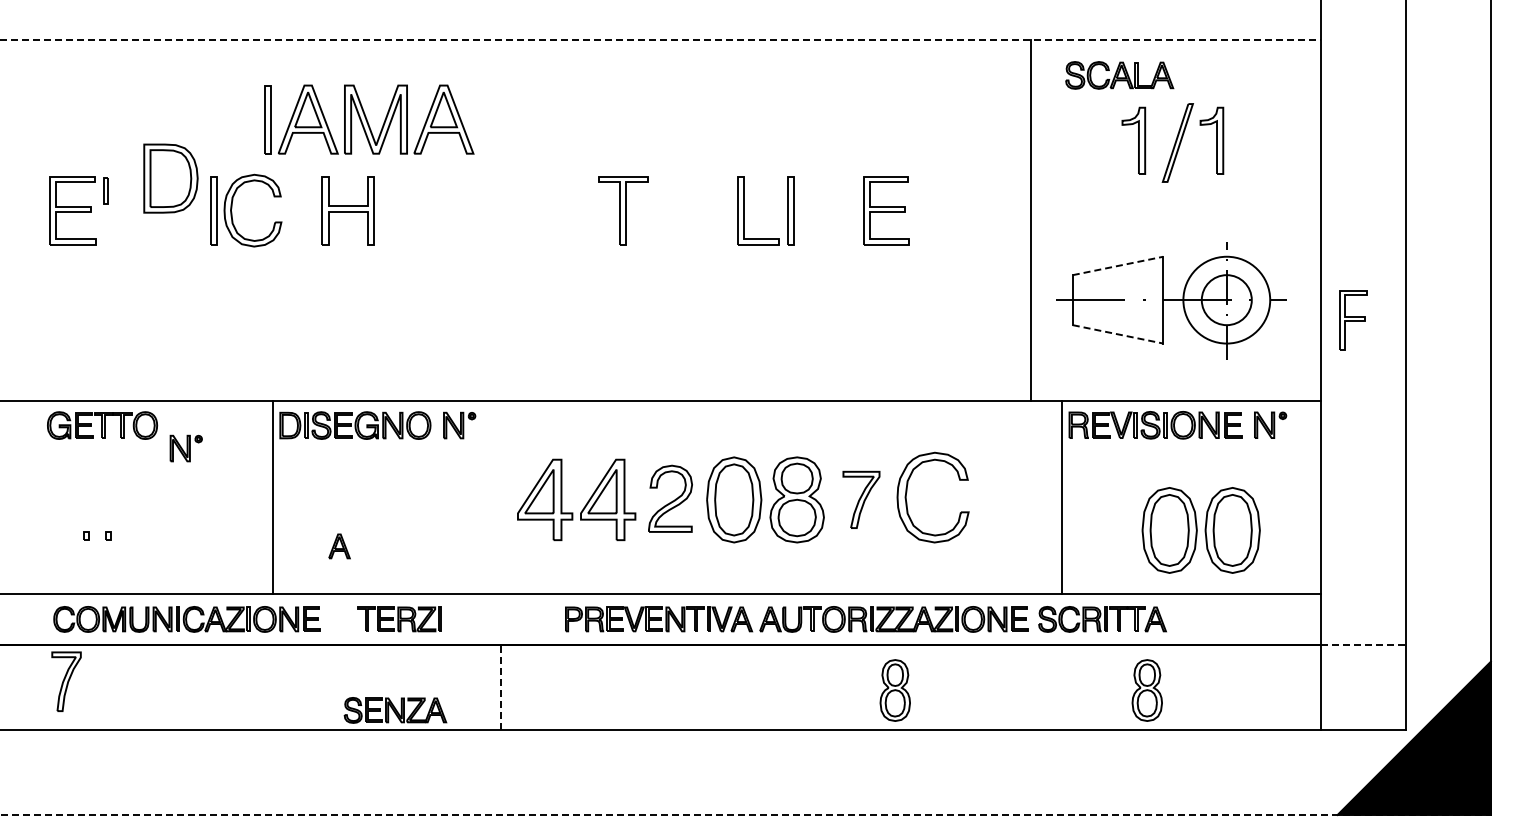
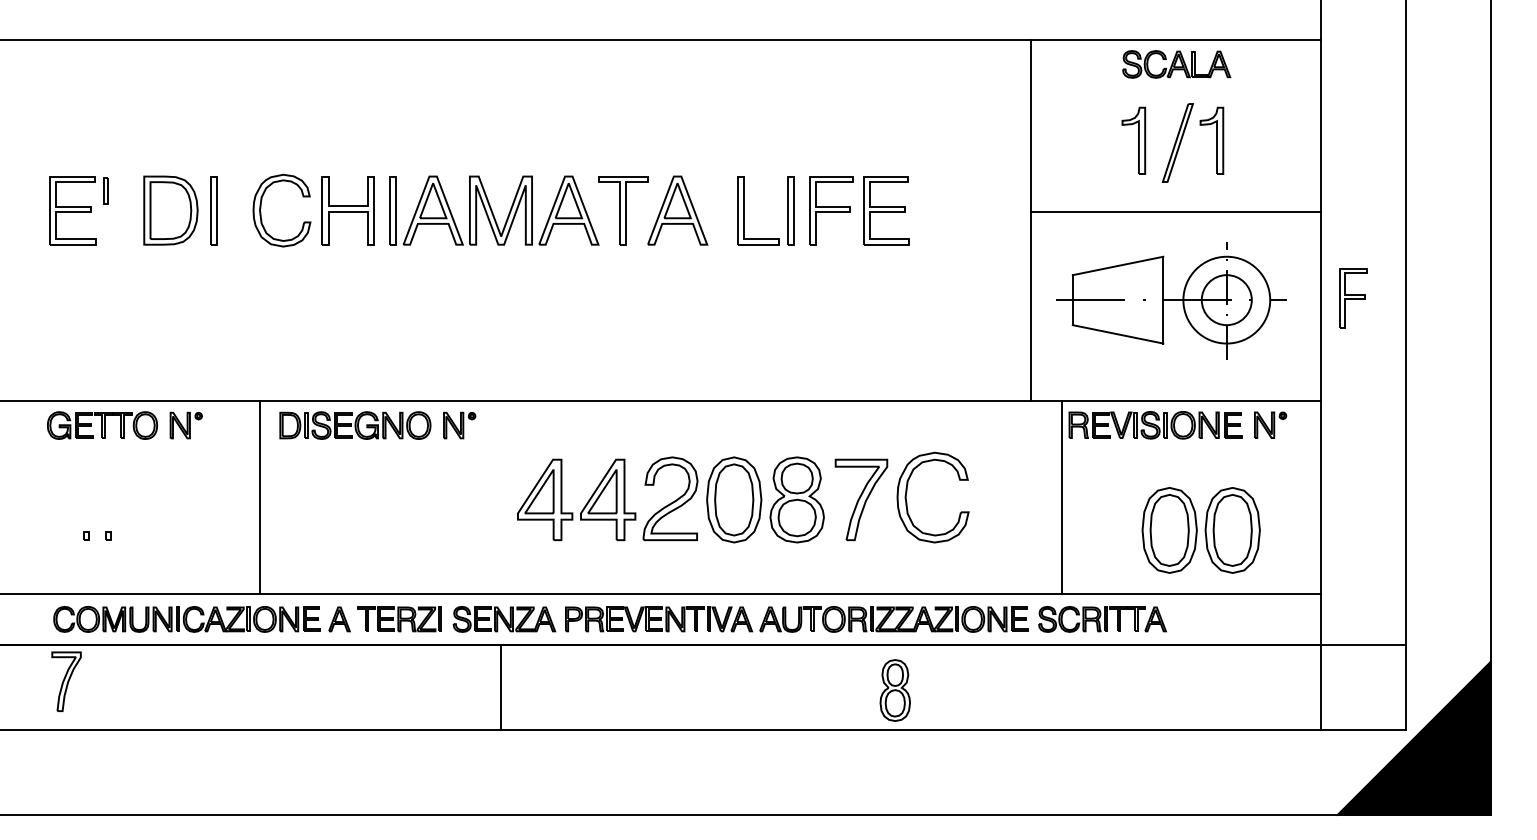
line at (660, 39): dashed -> solid
part at (1119, 75) position: (1119, 75) -> (1176, 64)
part at (369, 119) position: (369, 119) -> (494, 210)
part at (170, 178) position: (170, 178) -> (170, 210)
part at (232, 208) position: (232, 208) -> (261, 208)
part at (677, 210): none -> present
part at (831, 210): none -> present
line at (1175, 212): none -> present
line at (1118, 265): dashed -> solid
part at (1353, 320) position: (1353, 320) -> (1353, 298)
line at (1118, 334): dashed -> solid
part at (185, 448) position: (185, 448) -> (185, 425)
line at (273, 497) position: (273, 497) -> (260, 497)
part at (670, 498) size: 45x69 px -> 57x86 px
part at (861, 499) size: 39x59 px -> 55x84 px
part at (339, 546) position: (339, 546) -> (339, 619)
line at (1363, 644): dashed -> solid
line at (500, 687): dashed -> solid
part at (1146, 690): present -> none
part at (395, 710) position: (395, 710) -> (504, 619)
line at (745, 815): dashed -> solid
